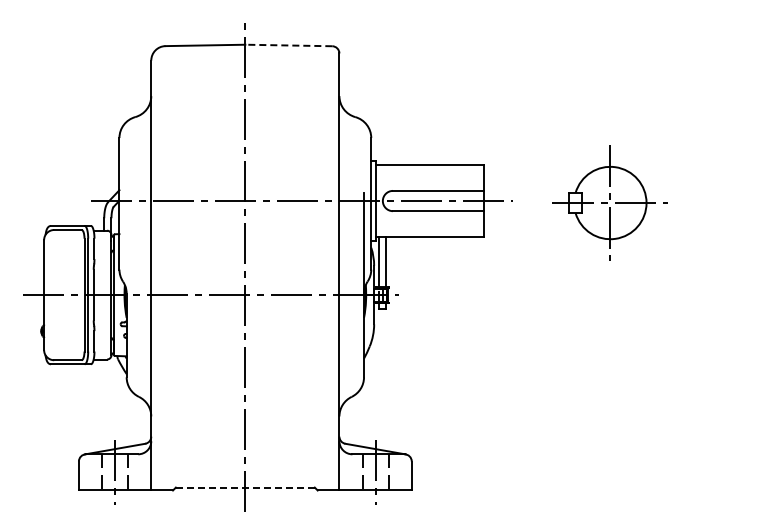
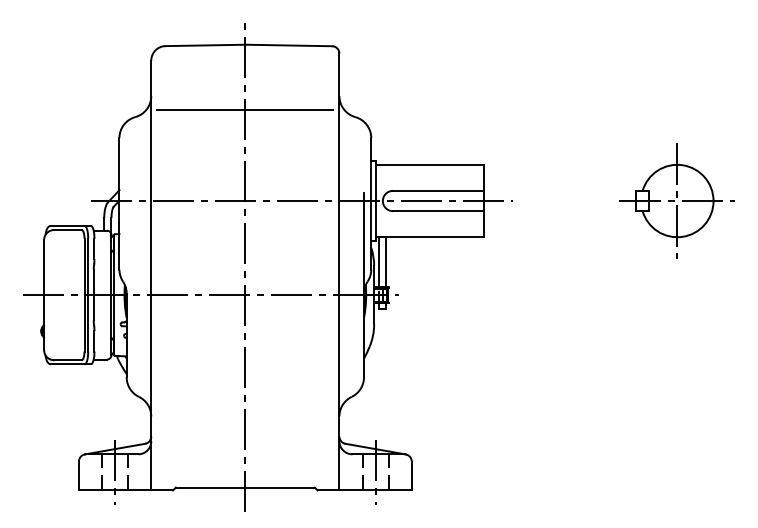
line at (288, 45): dashed -> solid
line at (245, 109): none -> present
part at (609, 202) position: (609, 202) -> (676, 200)
line at (245, 487): dashed -> solid
